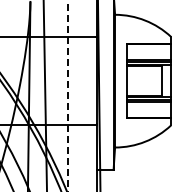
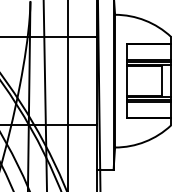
line at (67, 96): dashed -> solid
